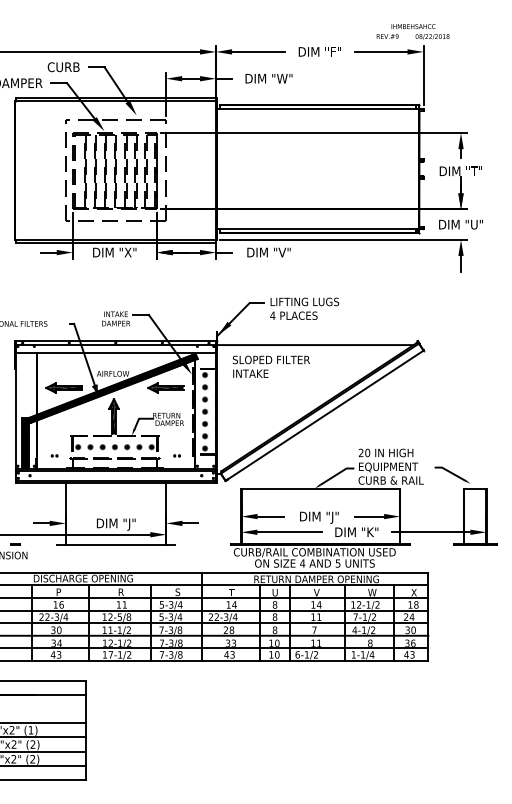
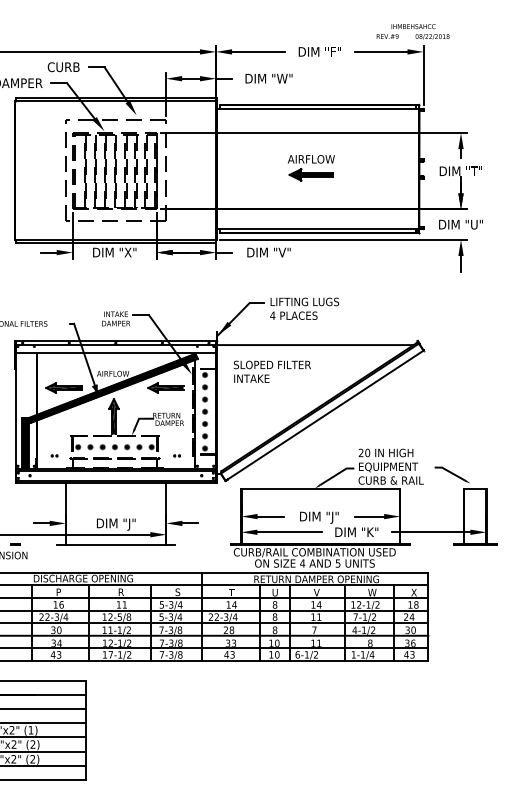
part at (310, 168): none -> present
text at (271, 366) position: (271, 366) -> (272, 371)
line at (44, 709): none -> present
